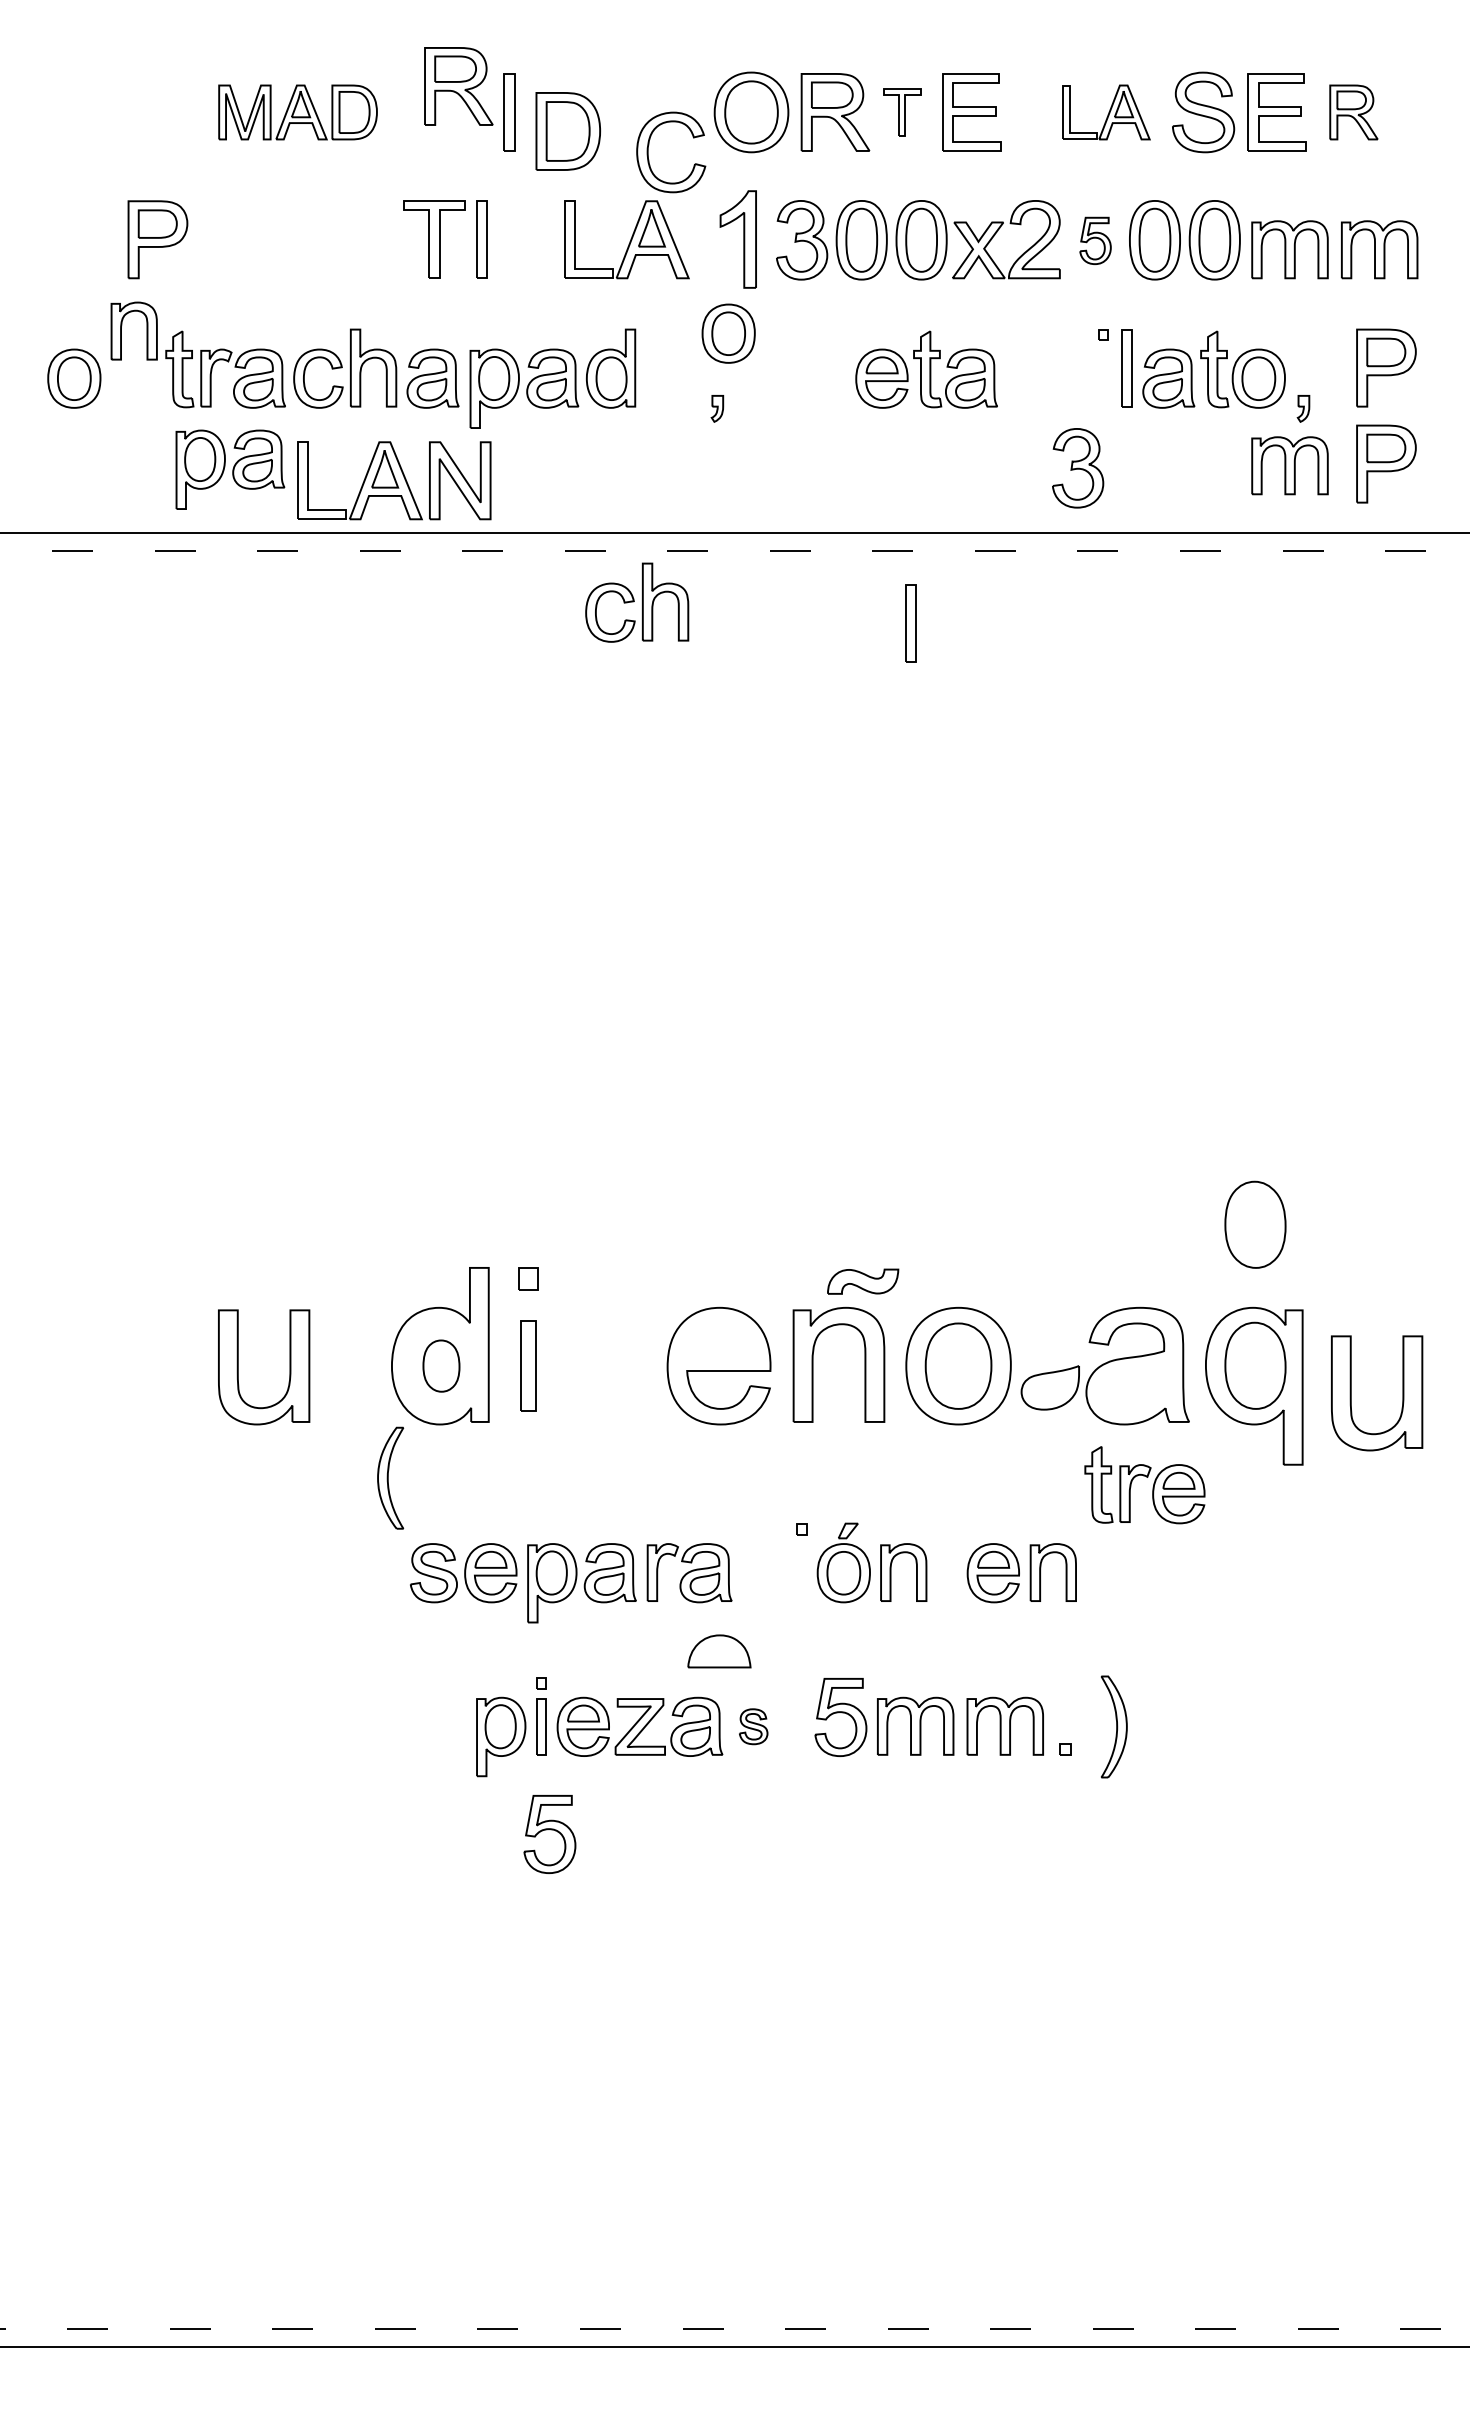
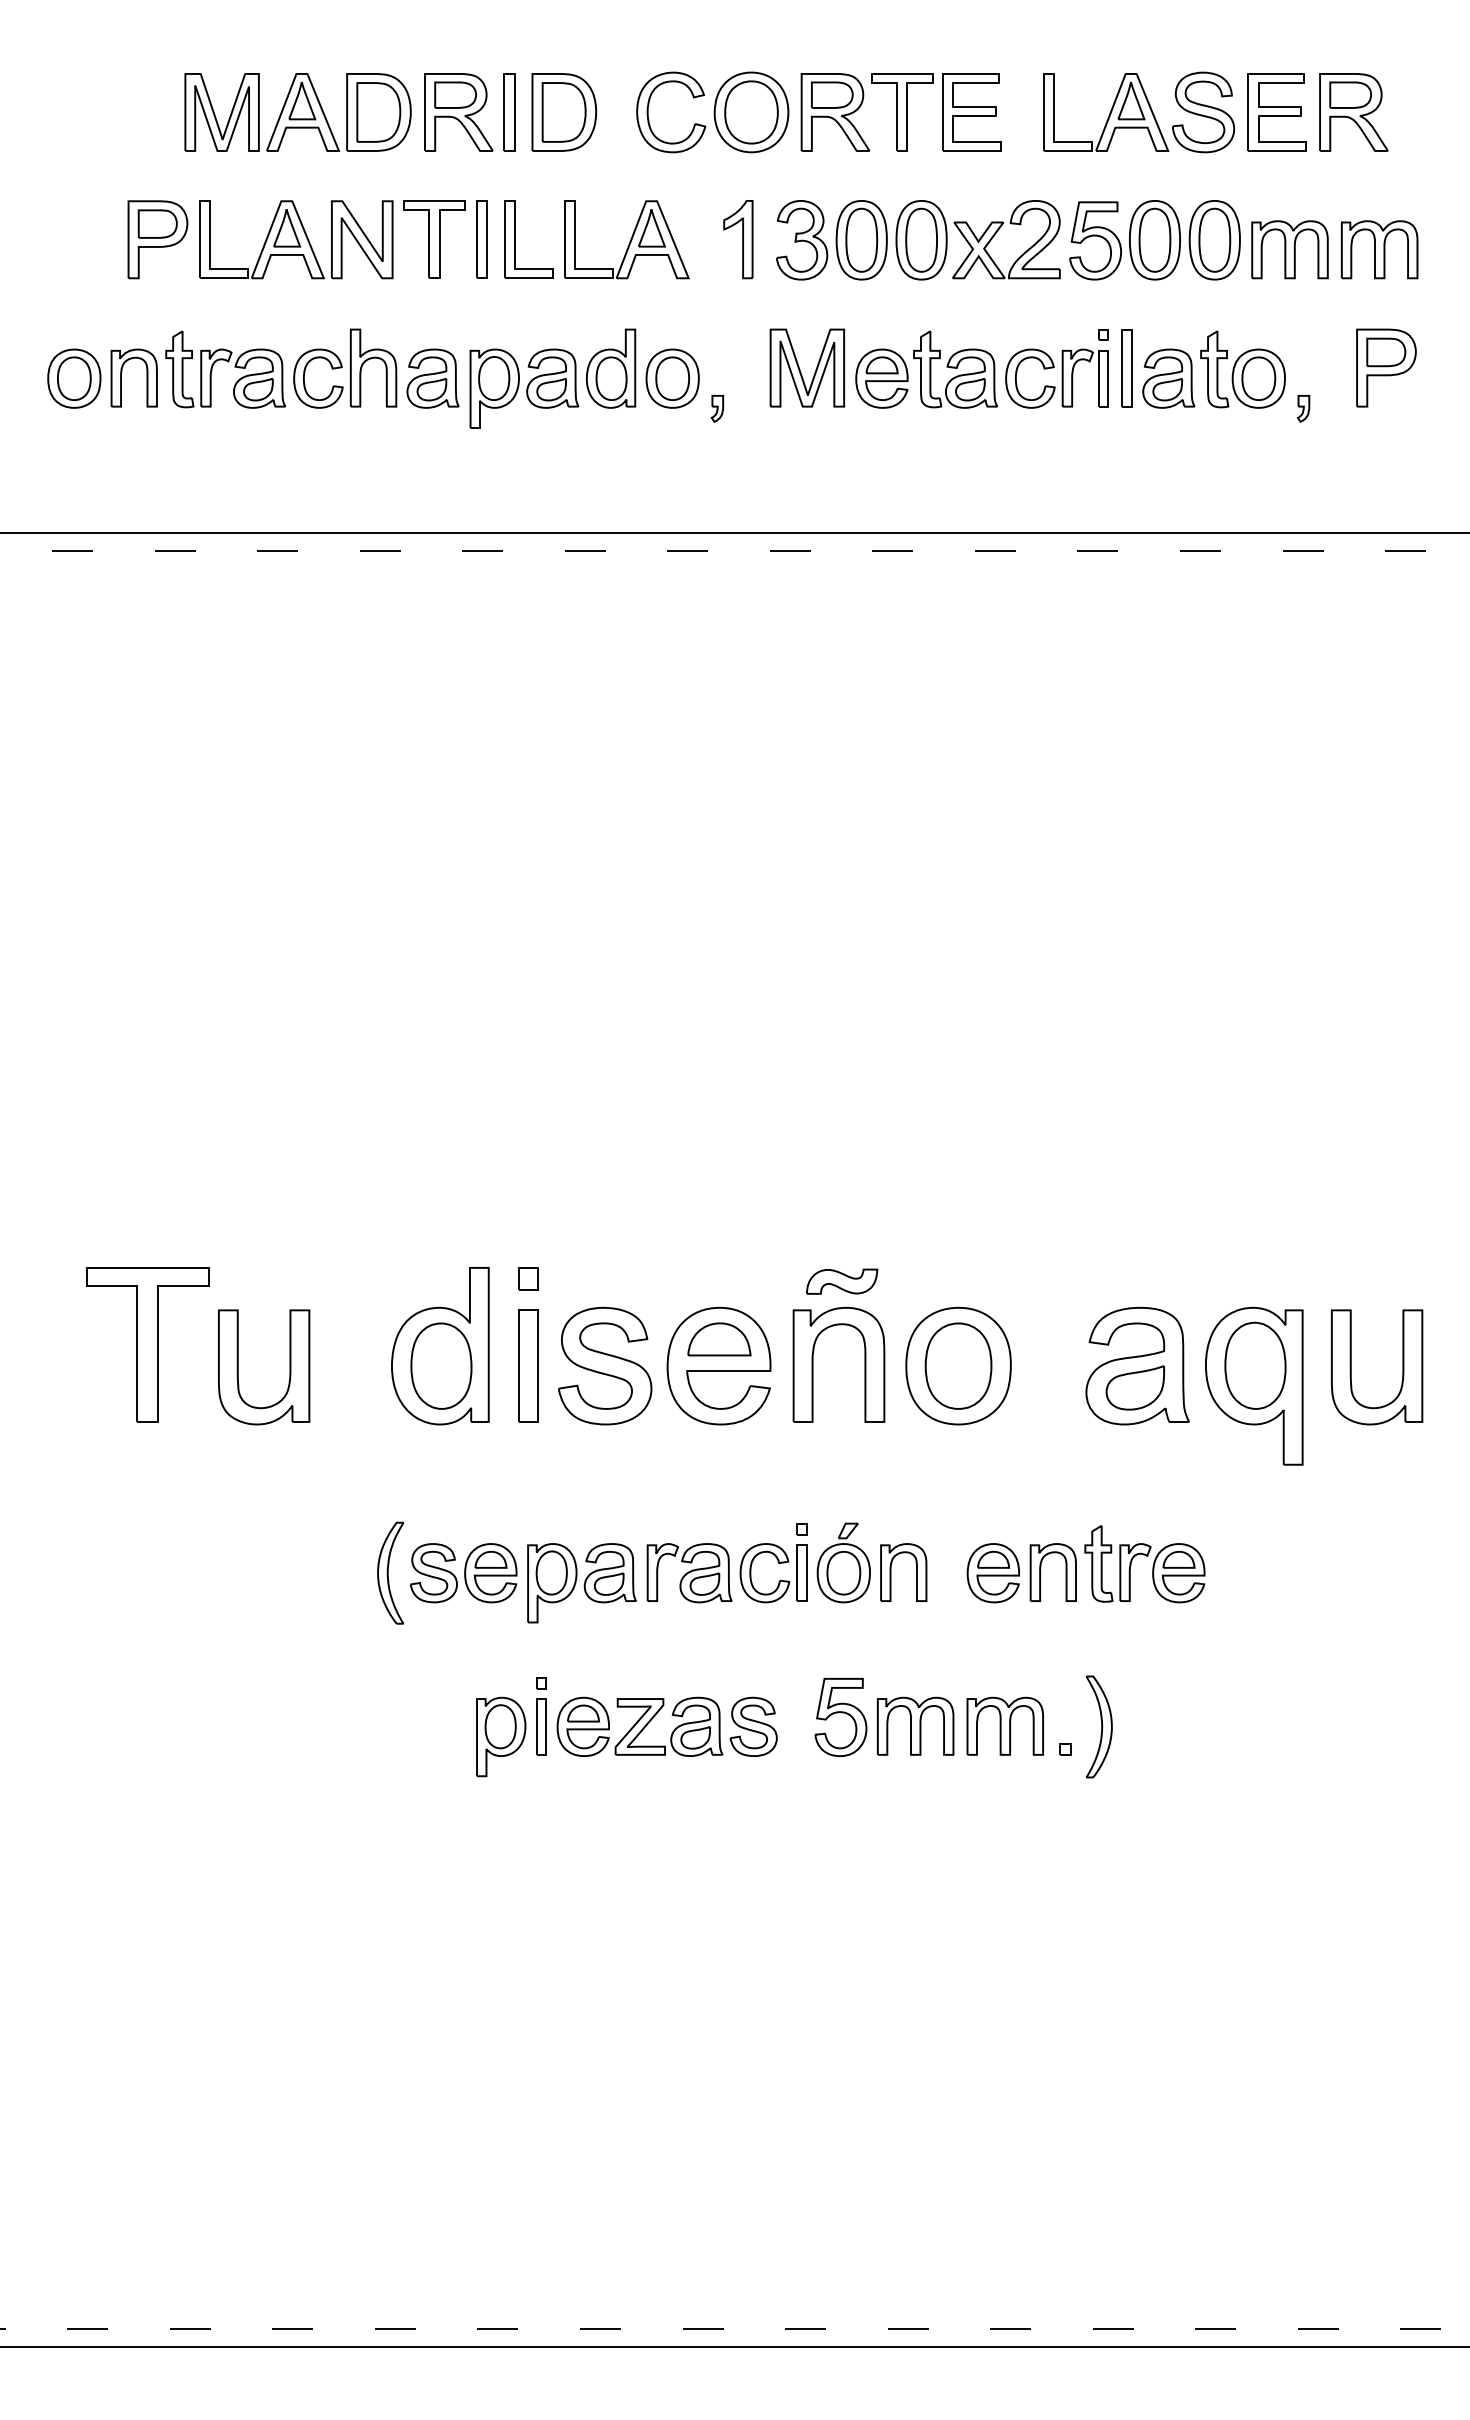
part at (458, 86) position: (458, 86) -> (458, 112)
part at (297, 112) size: 160x57 px -> 228x79 px
part at (902, 112) size: 39x49 px -> 63x79 px
part at (1106, 112) size: 89x57 px -> 127x79 px
part at (1353, 112) size: 50x57 px -> 70x79 px
part at (567, 131) position: (567, 131) -> (563, 112)
part at (648, 152) position: (648, 152) -> (648, 112)
part at (515, 239): none -> present
part at (737, 239) size: 38x99 px -> 31x80 px
part at (1095, 240) size: 33x49 px -> 53x80 px
part at (121, 330) position: (121, 330) -> (121, 377)
part at (728, 333) position: (728, 333) -> (672, 378)
part at (800, 369): none -> present
part at (1056, 378): none -> present
part at (1386, 463): present -> none
part at (1289, 465): present -> none
part at (1078, 468): present -> none
part at (230, 469): present -> none
part at (394, 480) position: (394, 480) -> (296, 239)
part at (637, 602): present -> none
part at (910, 623): present -> none
part at (1255, 1224): present -> none
part at (863, 1281) position: (863, 1281) -> (842, 1281)
part at (147, 1344): none -> present
part at (441, 1365) size: 39x54 px -> 63x88 px
part at (528, 1365) size: 17x92 px -> 21x114 px
part at (605, 1365): none -> present
part at (1049, 1387) position: (1049, 1387) -> (1134, 1387)
part at (1402, 1393) position: (1402, 1393) -> (1402, 1367)
part at (390, 1477) position: (390, 1477) -> (390, 1572)
part at (1146, 1477) position: (1146, 1477) -> (1146, 1556)
part at (780, 1579): none -> present
part at (719, 1651) position: (719, 1651) -> (719, 1339)
part at (753, 1726) size: 30x38 px -> 49x61 px
part at (1113, 1726) position: (1113, 1726) -> (1098, 1726)
part at (549, 1834): present -> none
